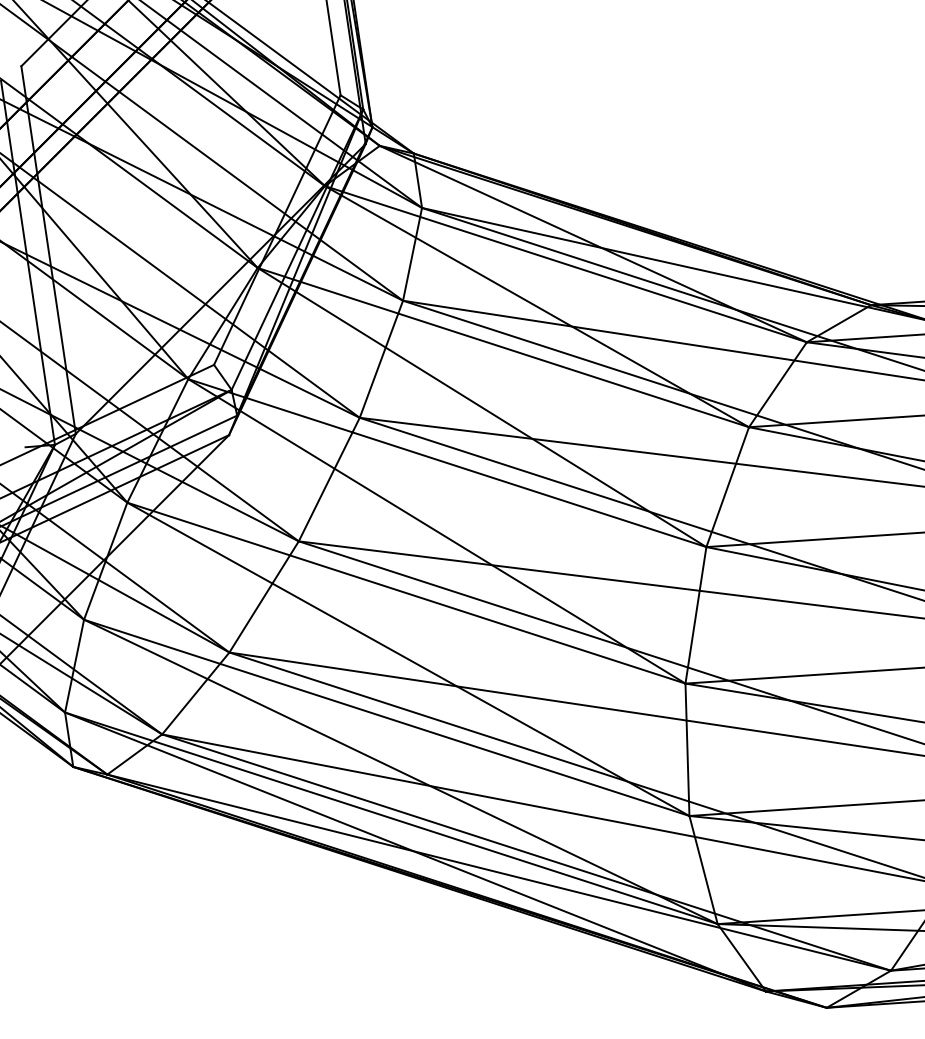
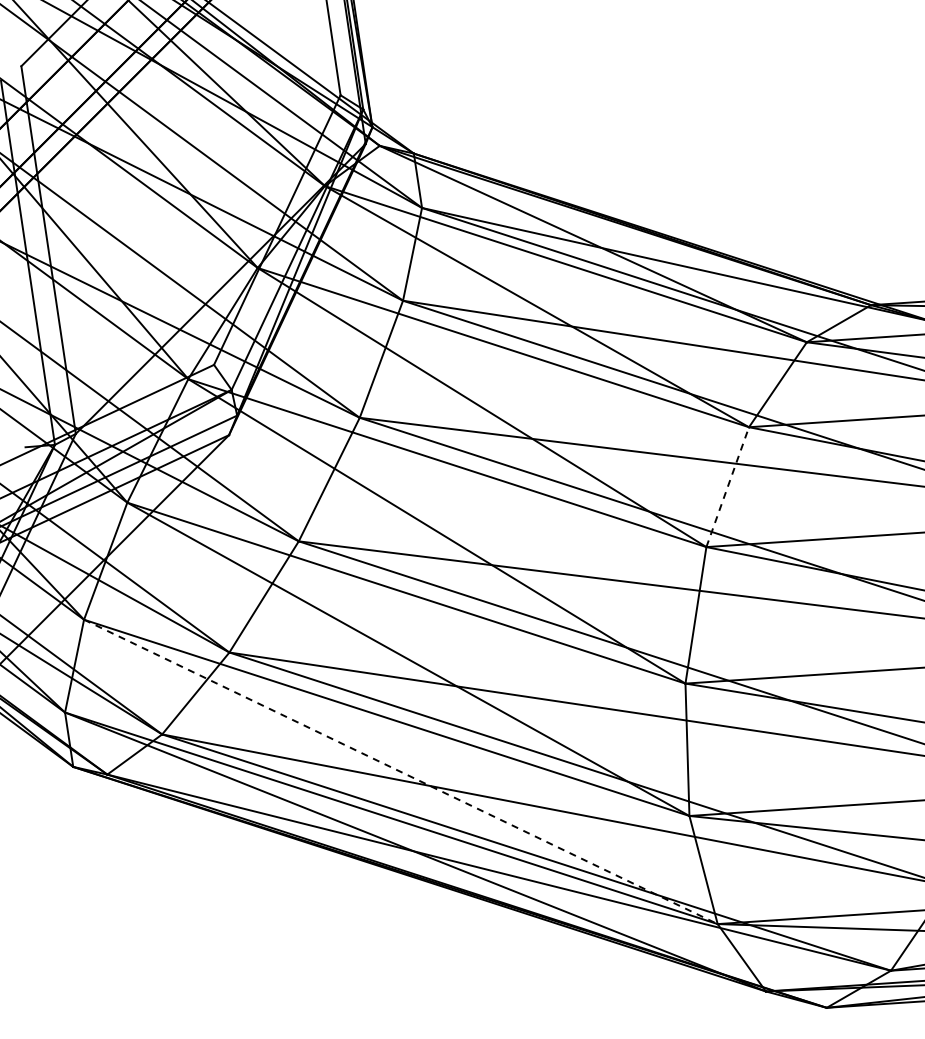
line at (727, 487): solid -> dashed
line at (401, 772): solid -> dashed
